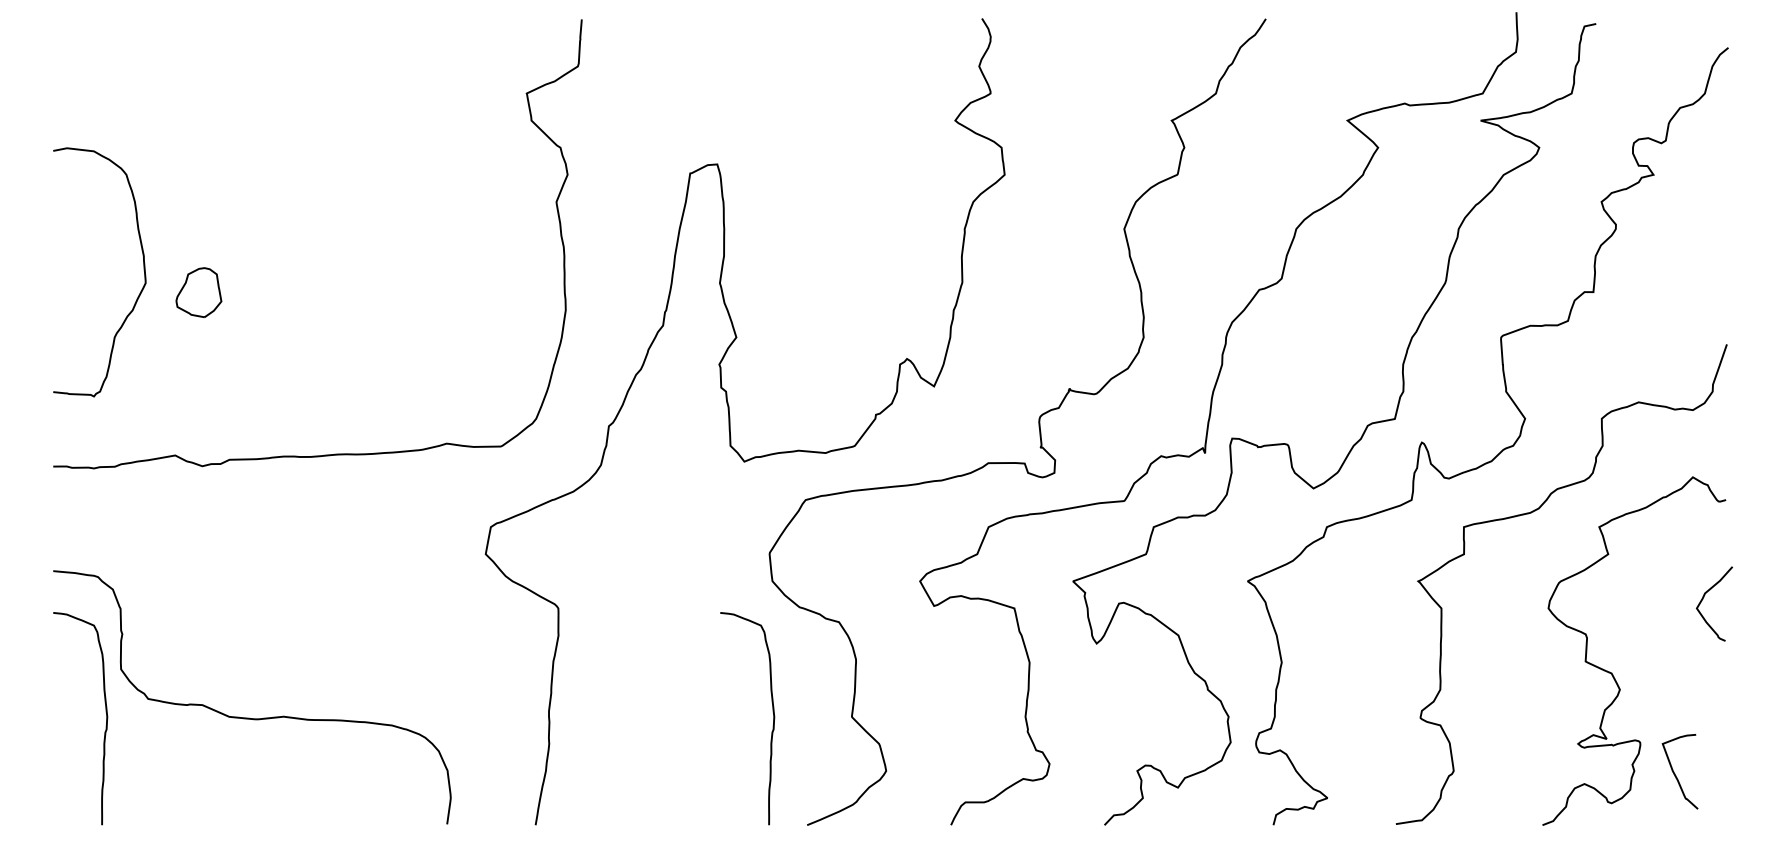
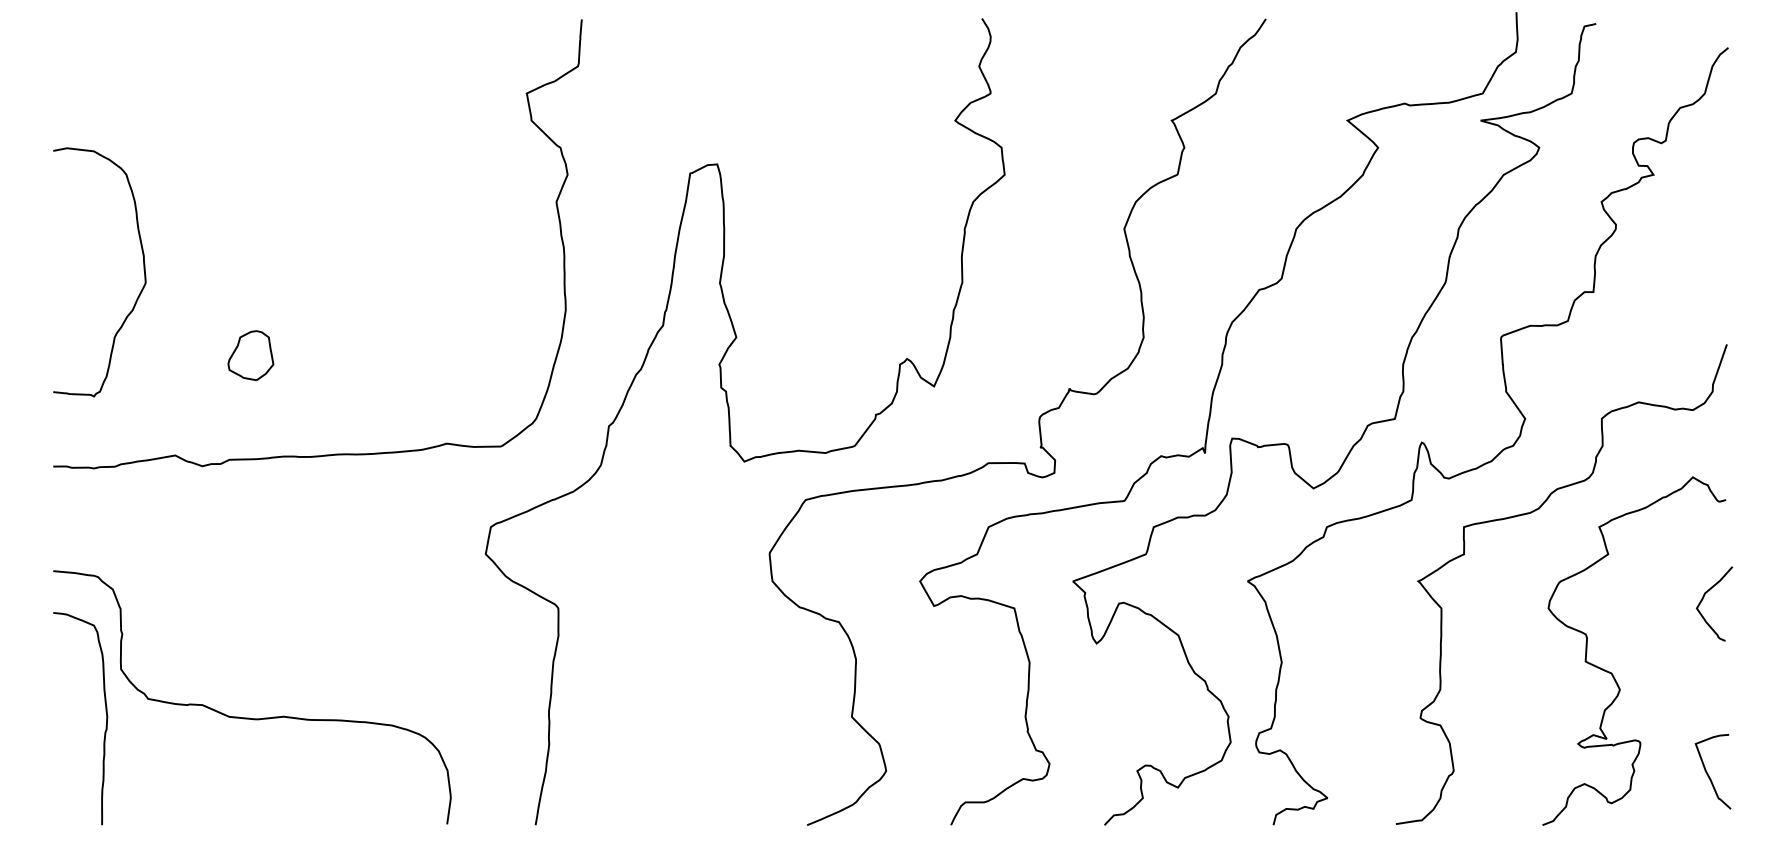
part at (198, 292) position: (198, 292) -> (250, 355)
curve at (772, 712): present -> none
curve at (1675, 773) position: (1675, 773) -> (1708, 773)
